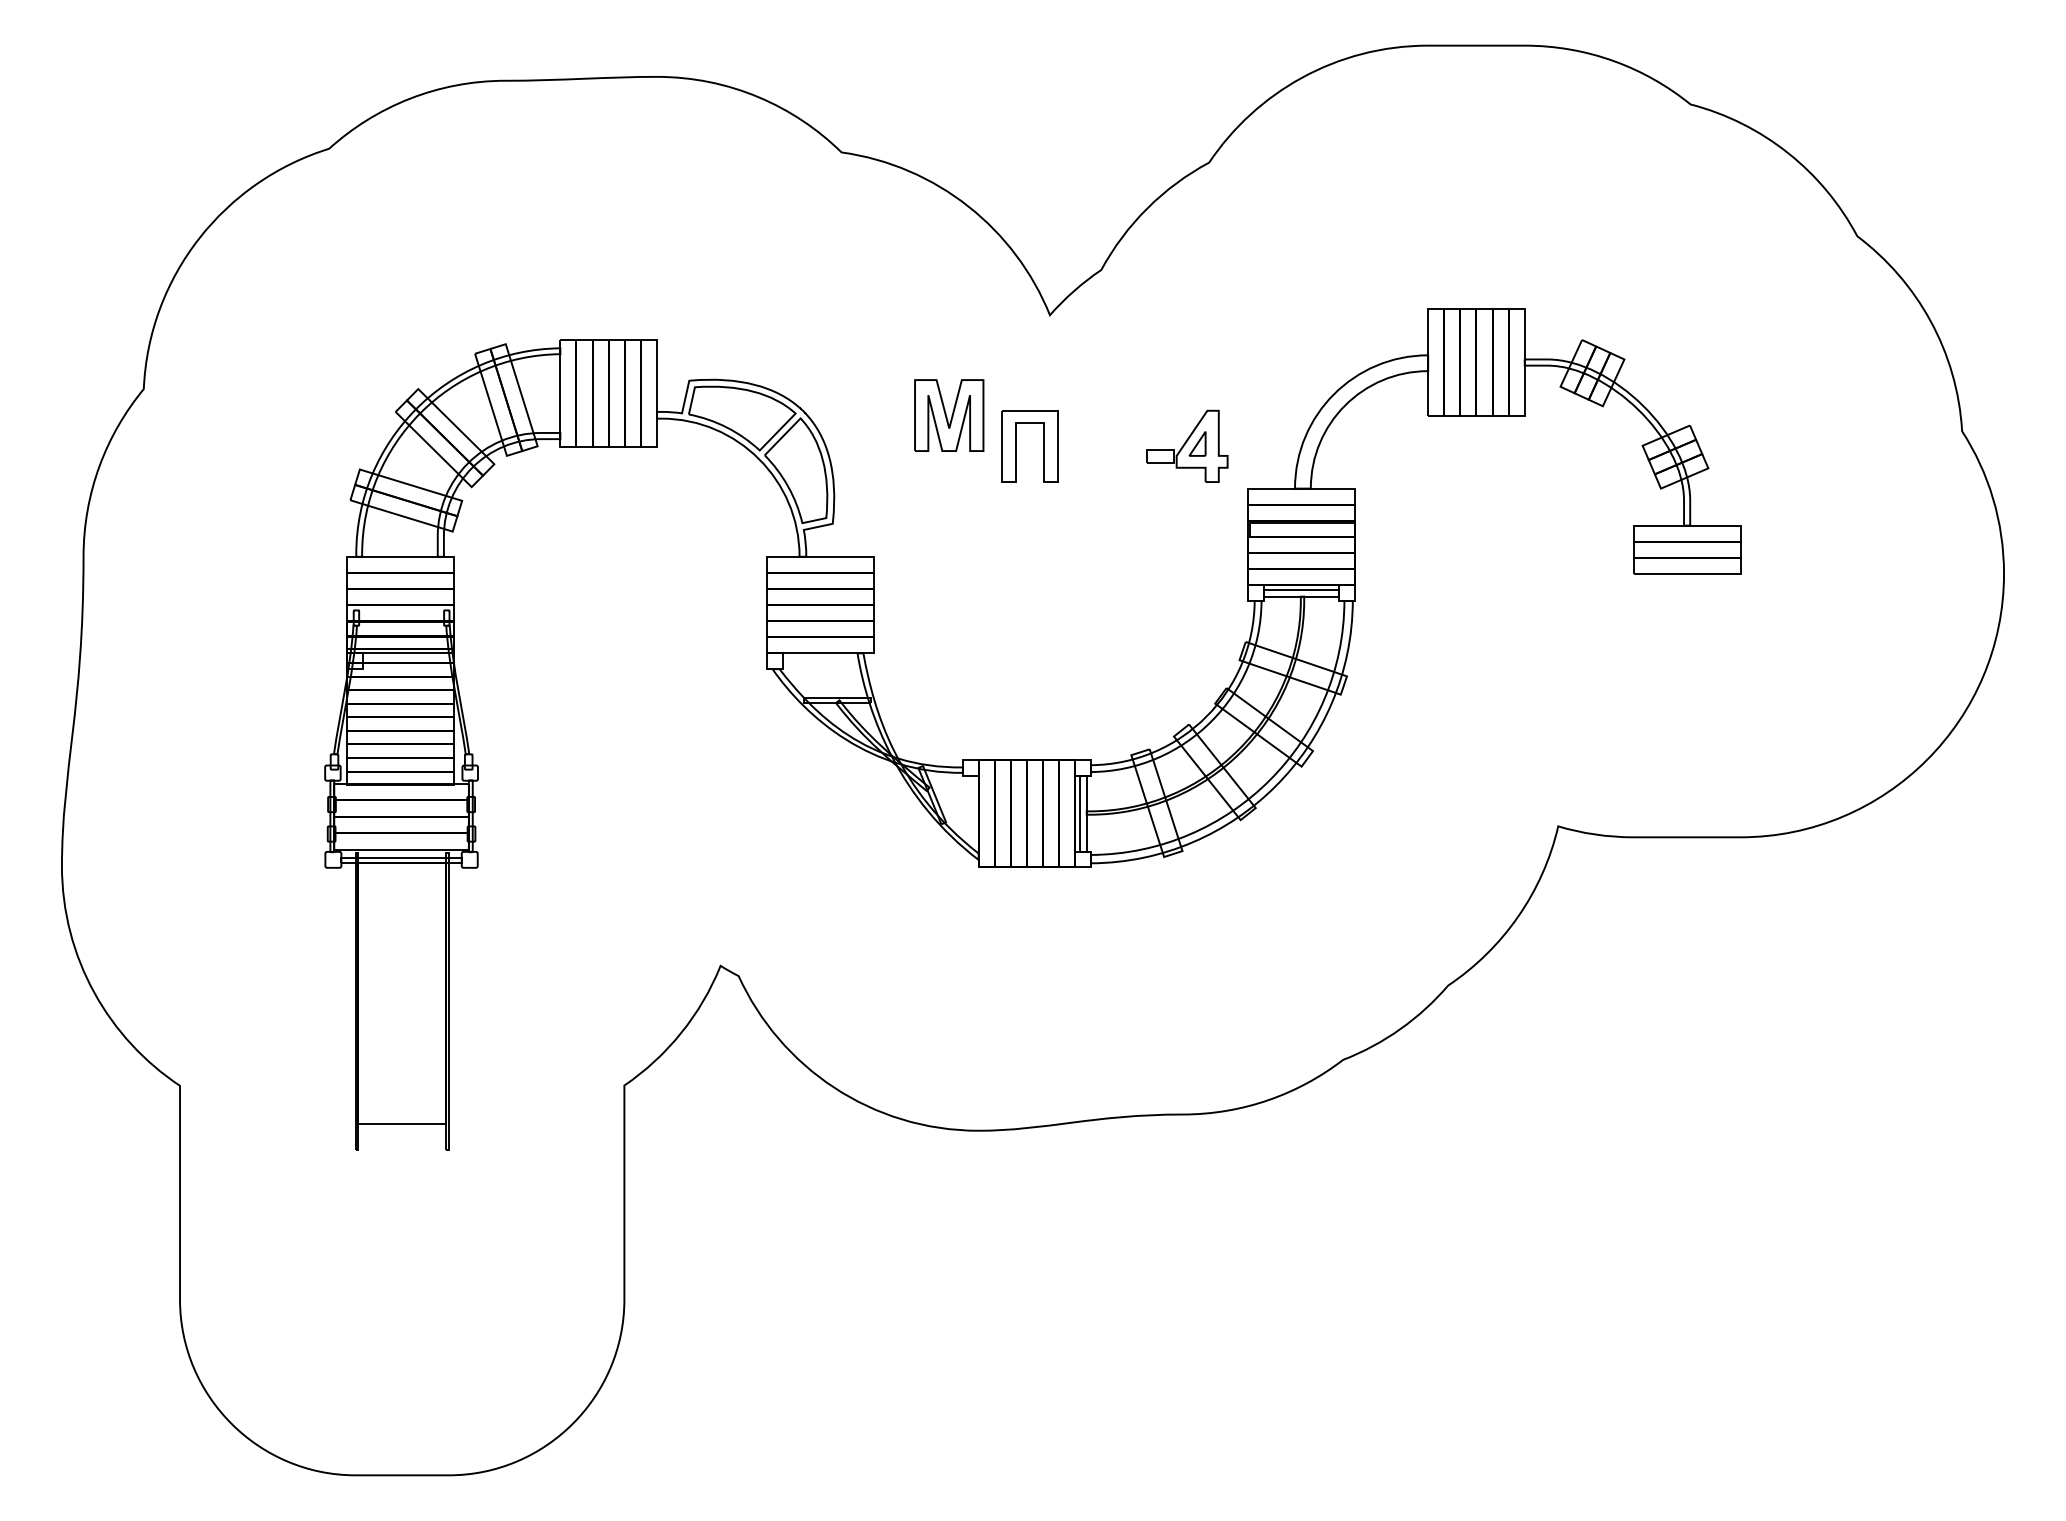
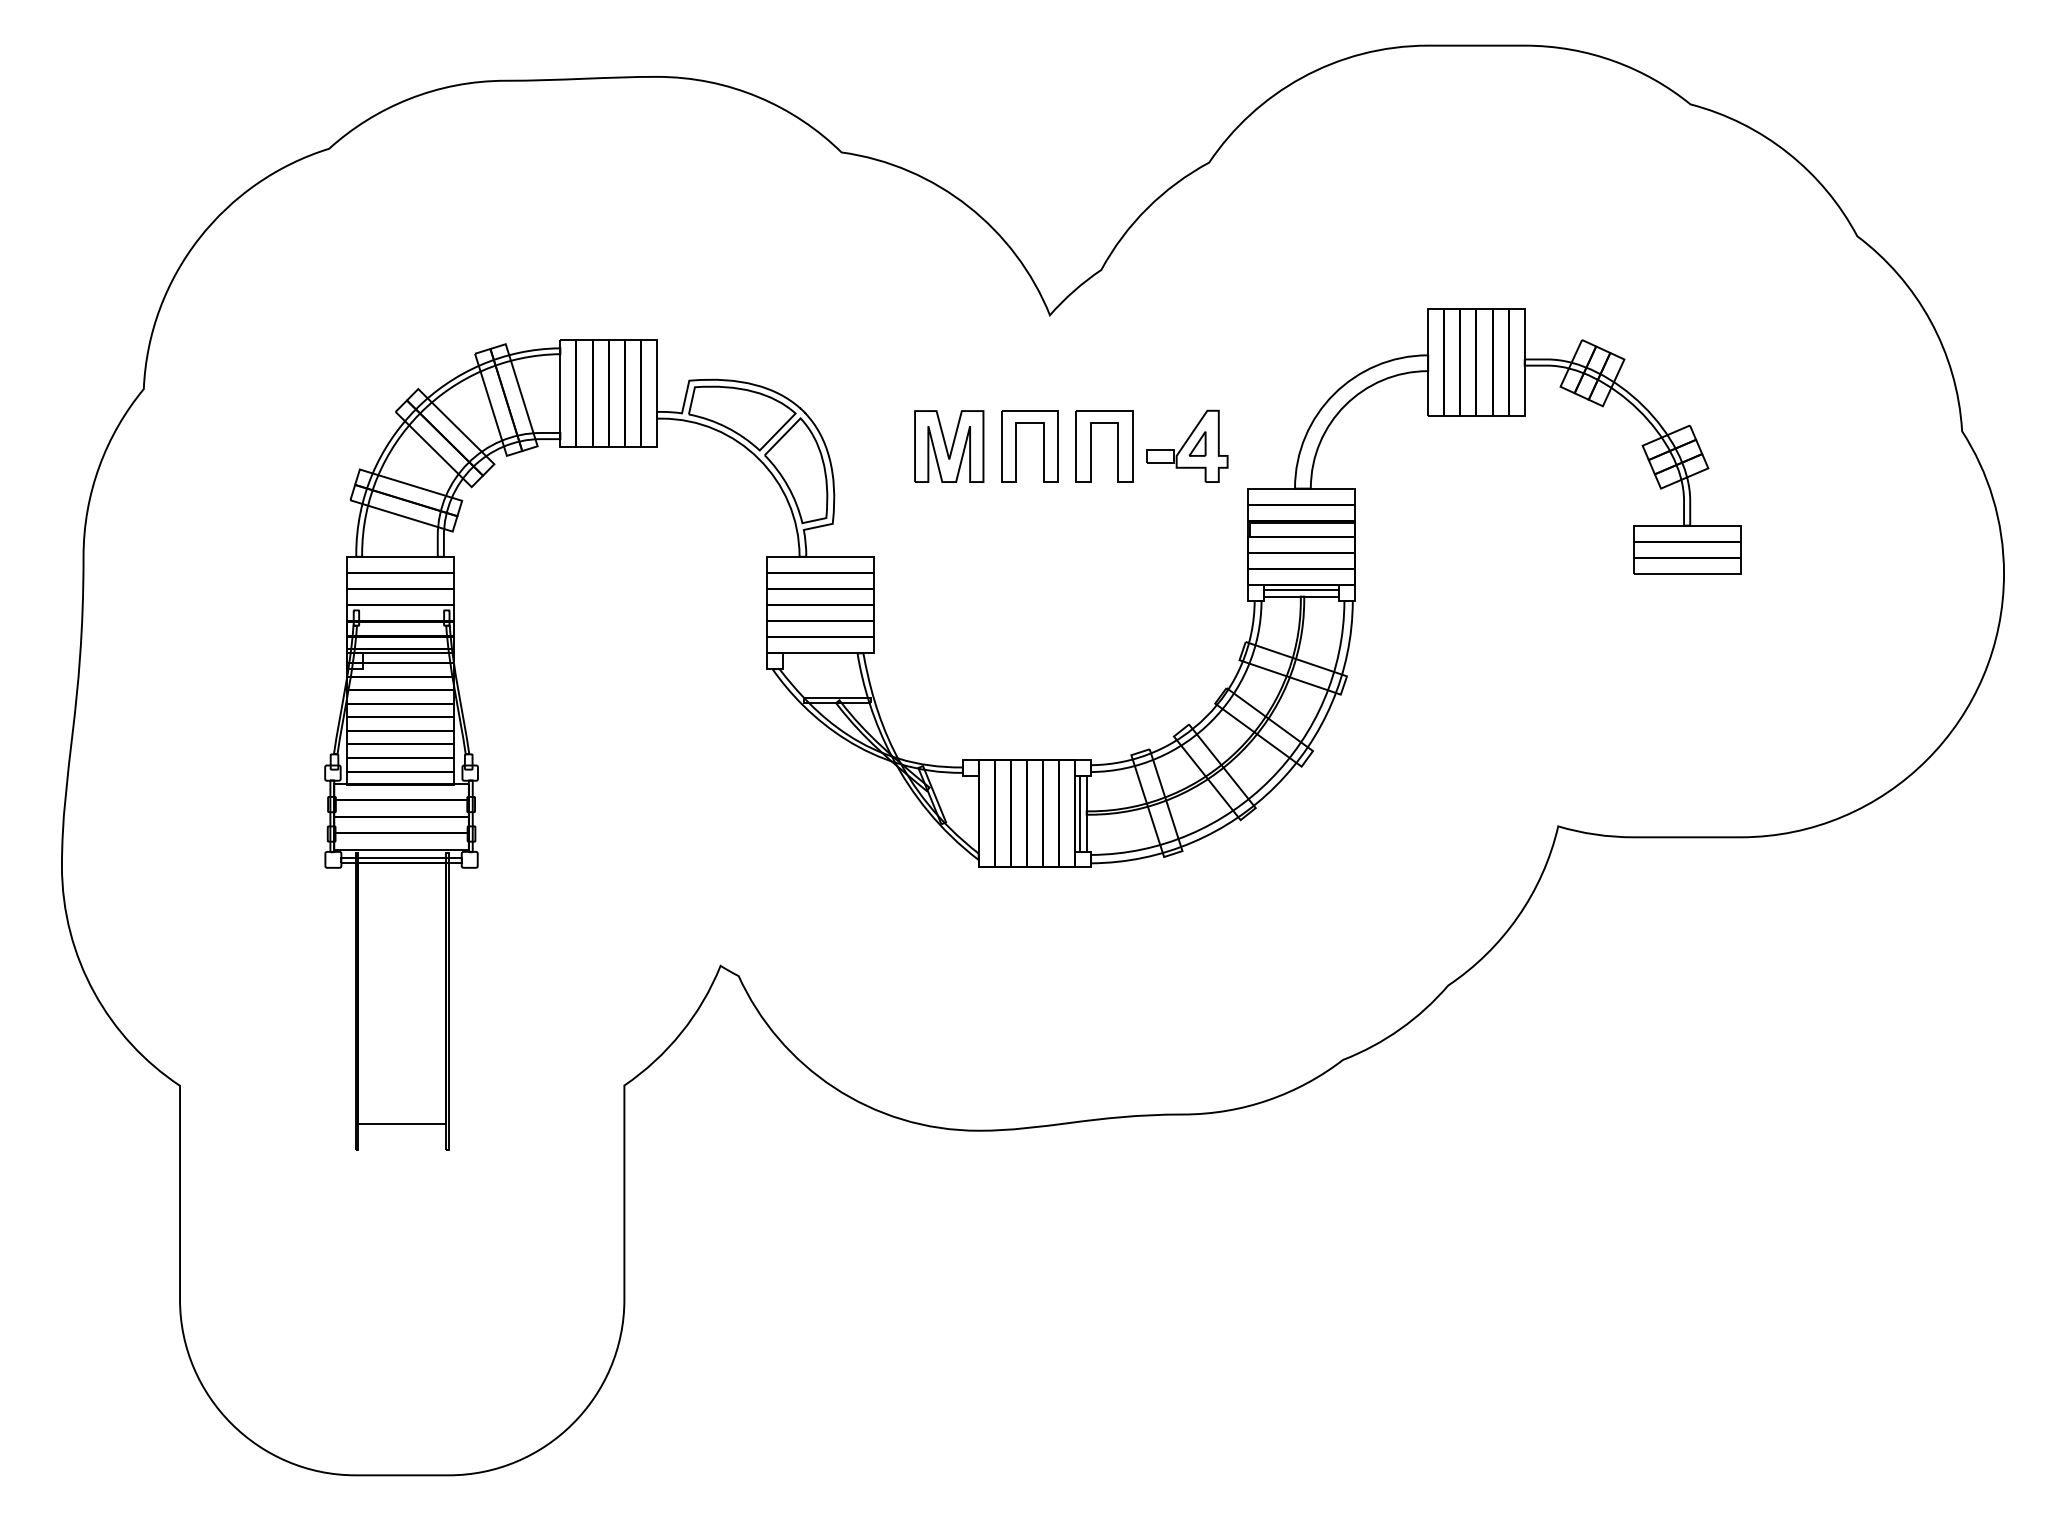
part at (949, 415) position: (949, 415) -> (949, 446)
part at (1091, 446): none -> present
